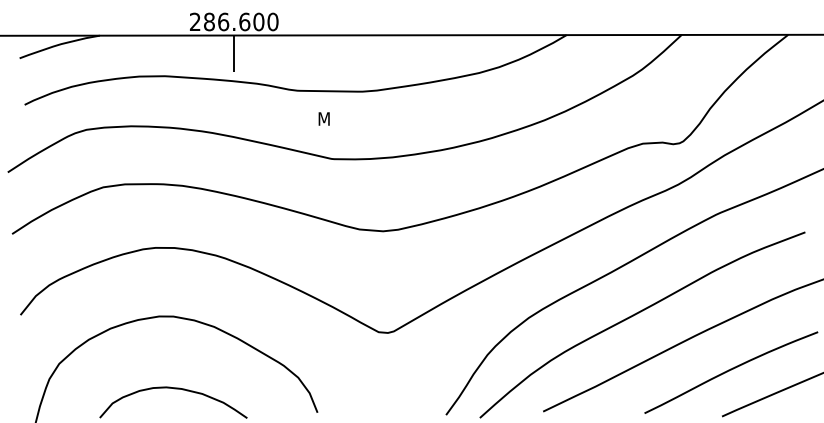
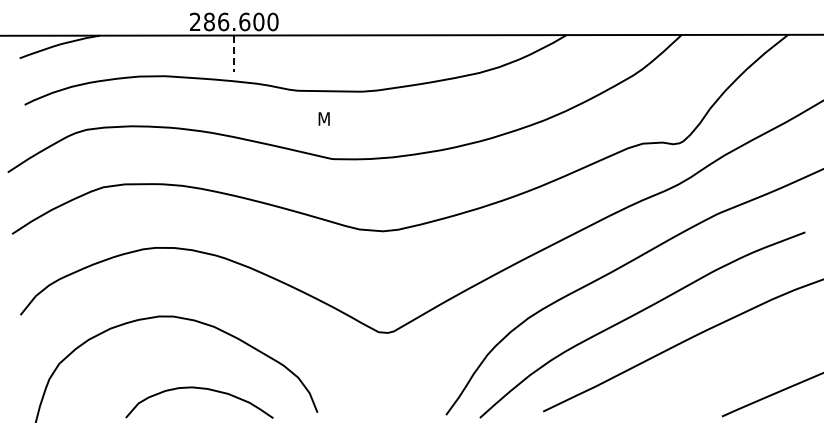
line at (234, 54): solid -> dashed
curve at (731, 370): present -> none
curve at (174, 389) position: (174, 389) -> (200, 389)
